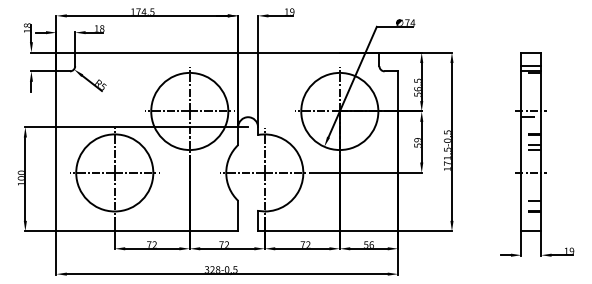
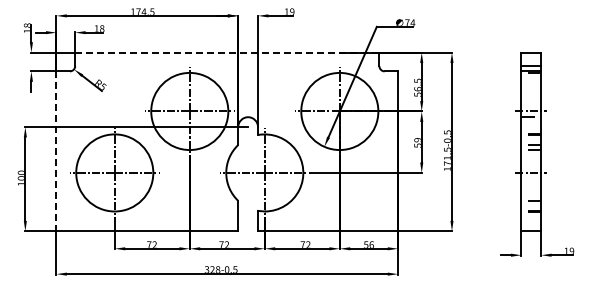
line at (226, 52): solid -> dashed
line at (56, 151): solid -> dashed
